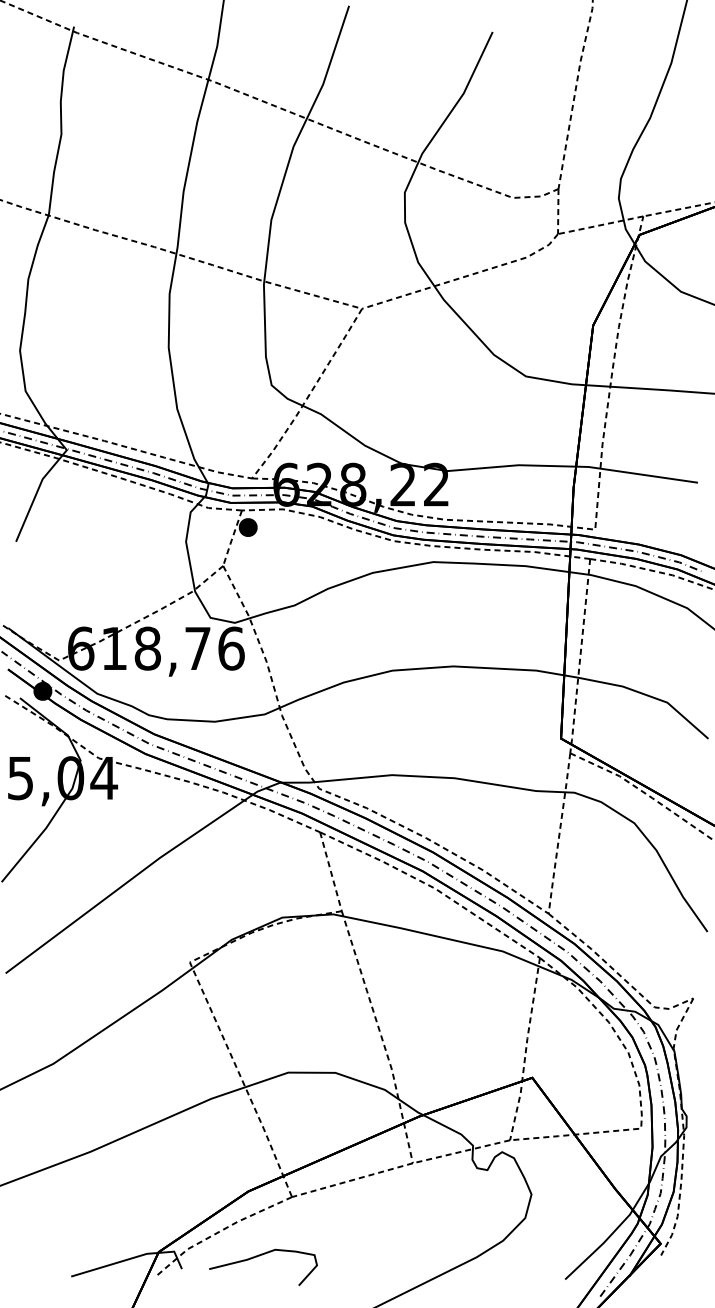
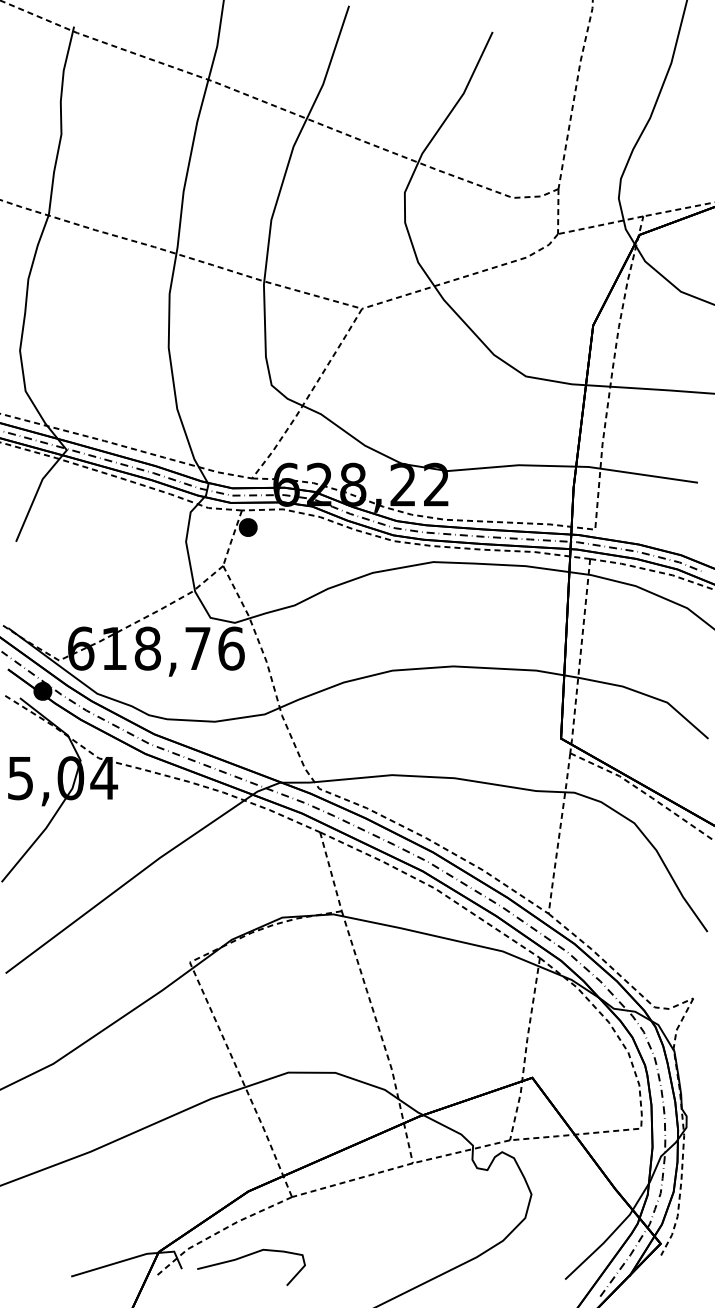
curve at (259, 1256) position: (259, 1256) -> (247, 1256)
